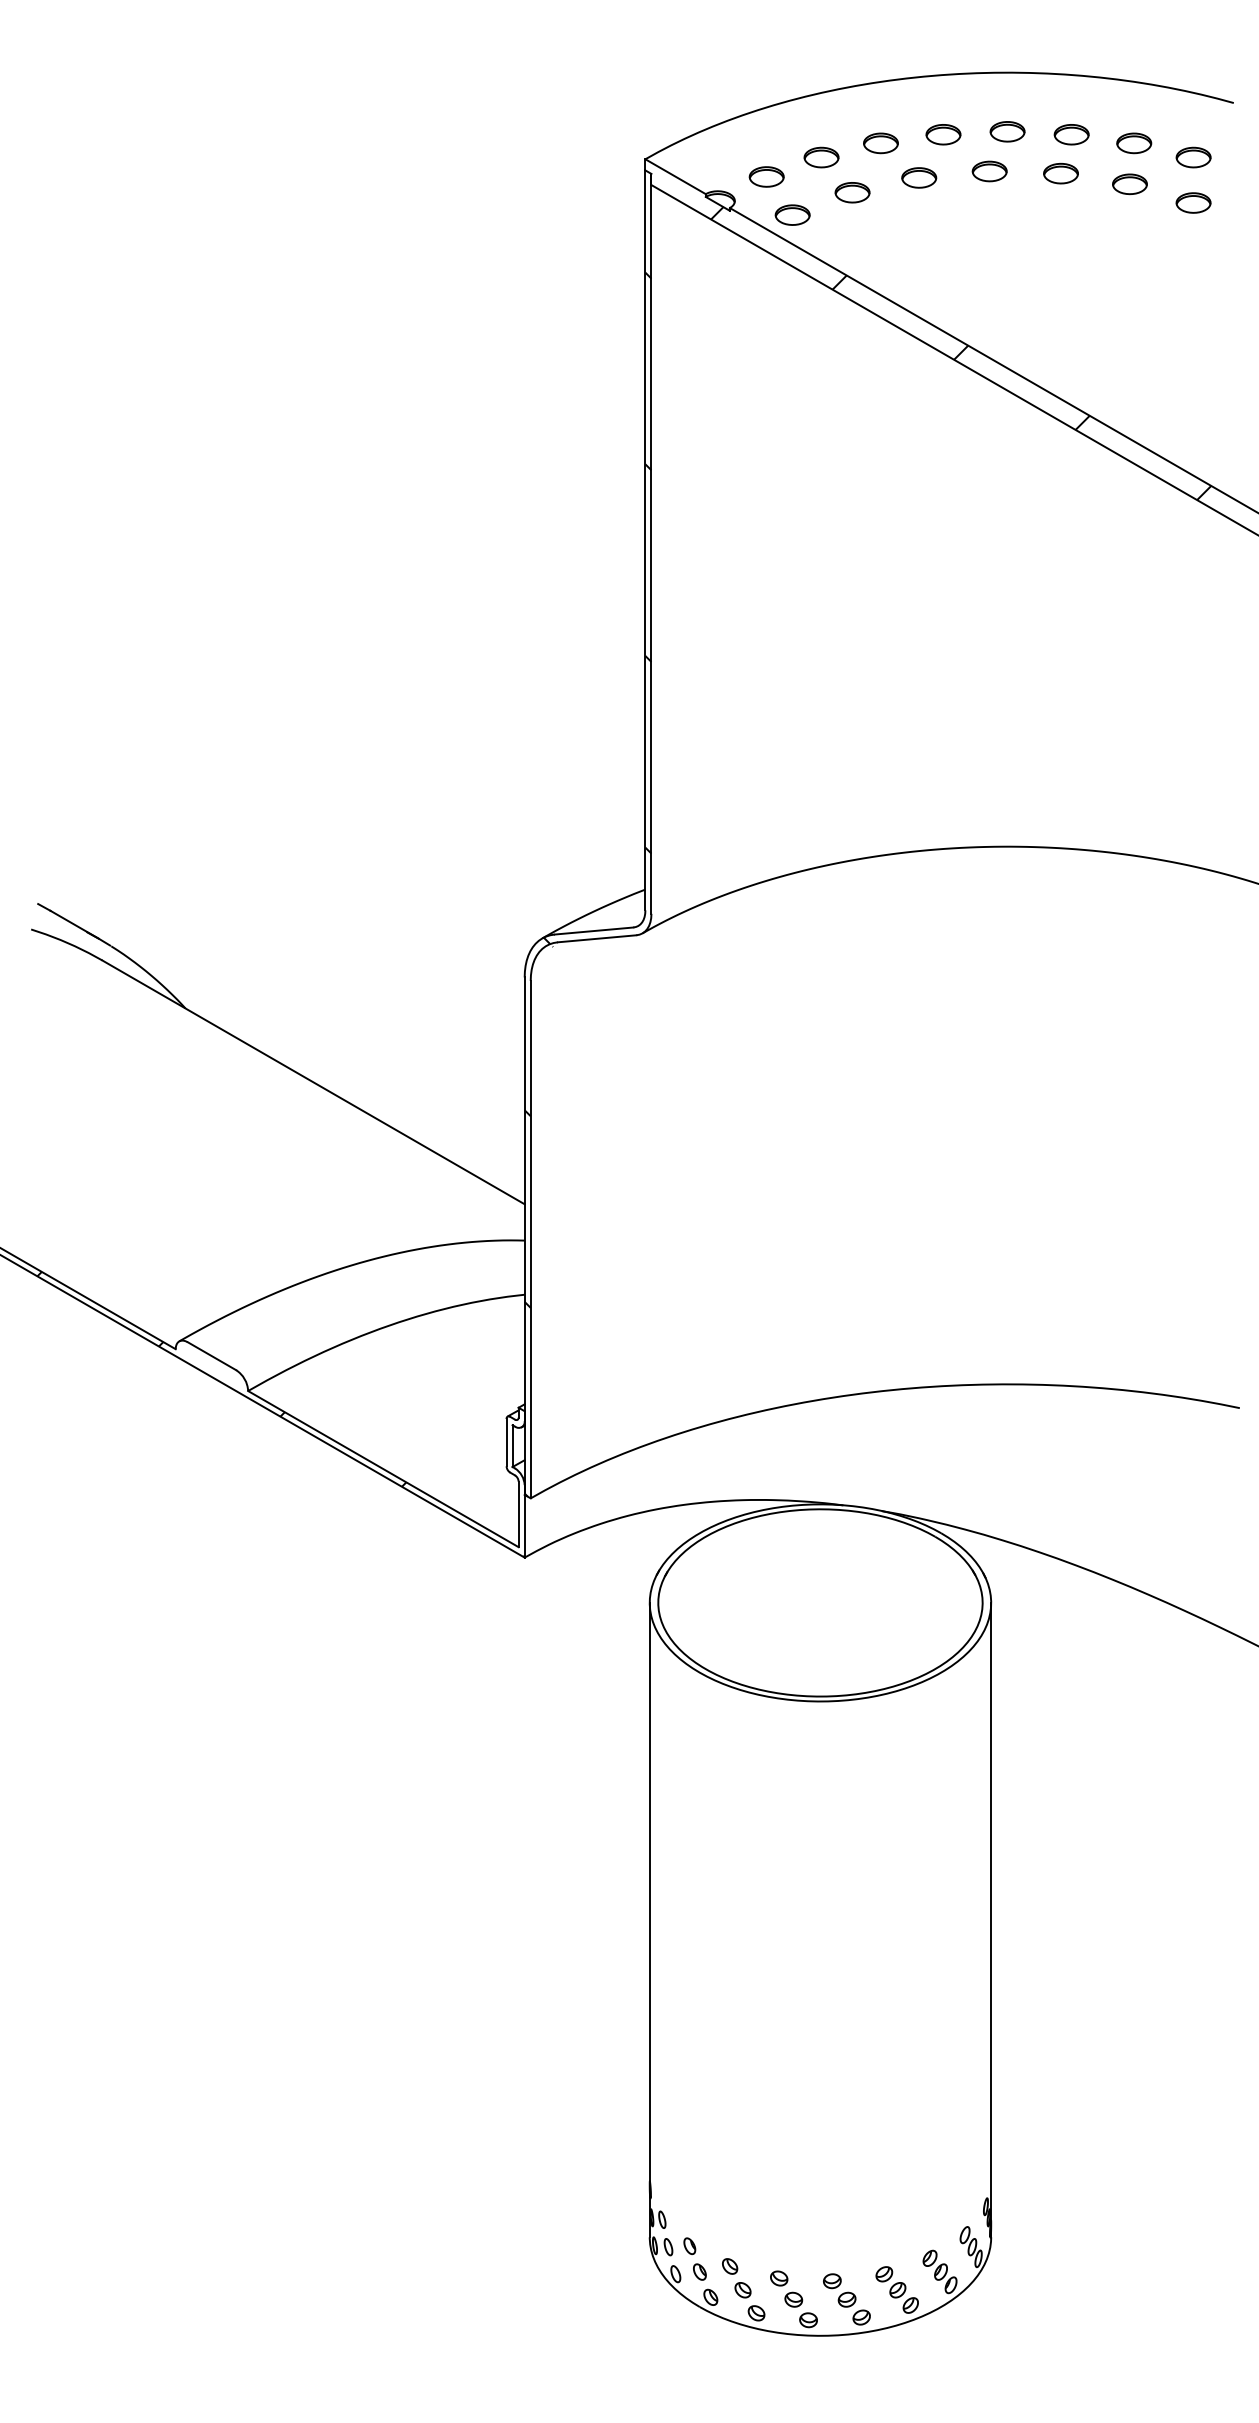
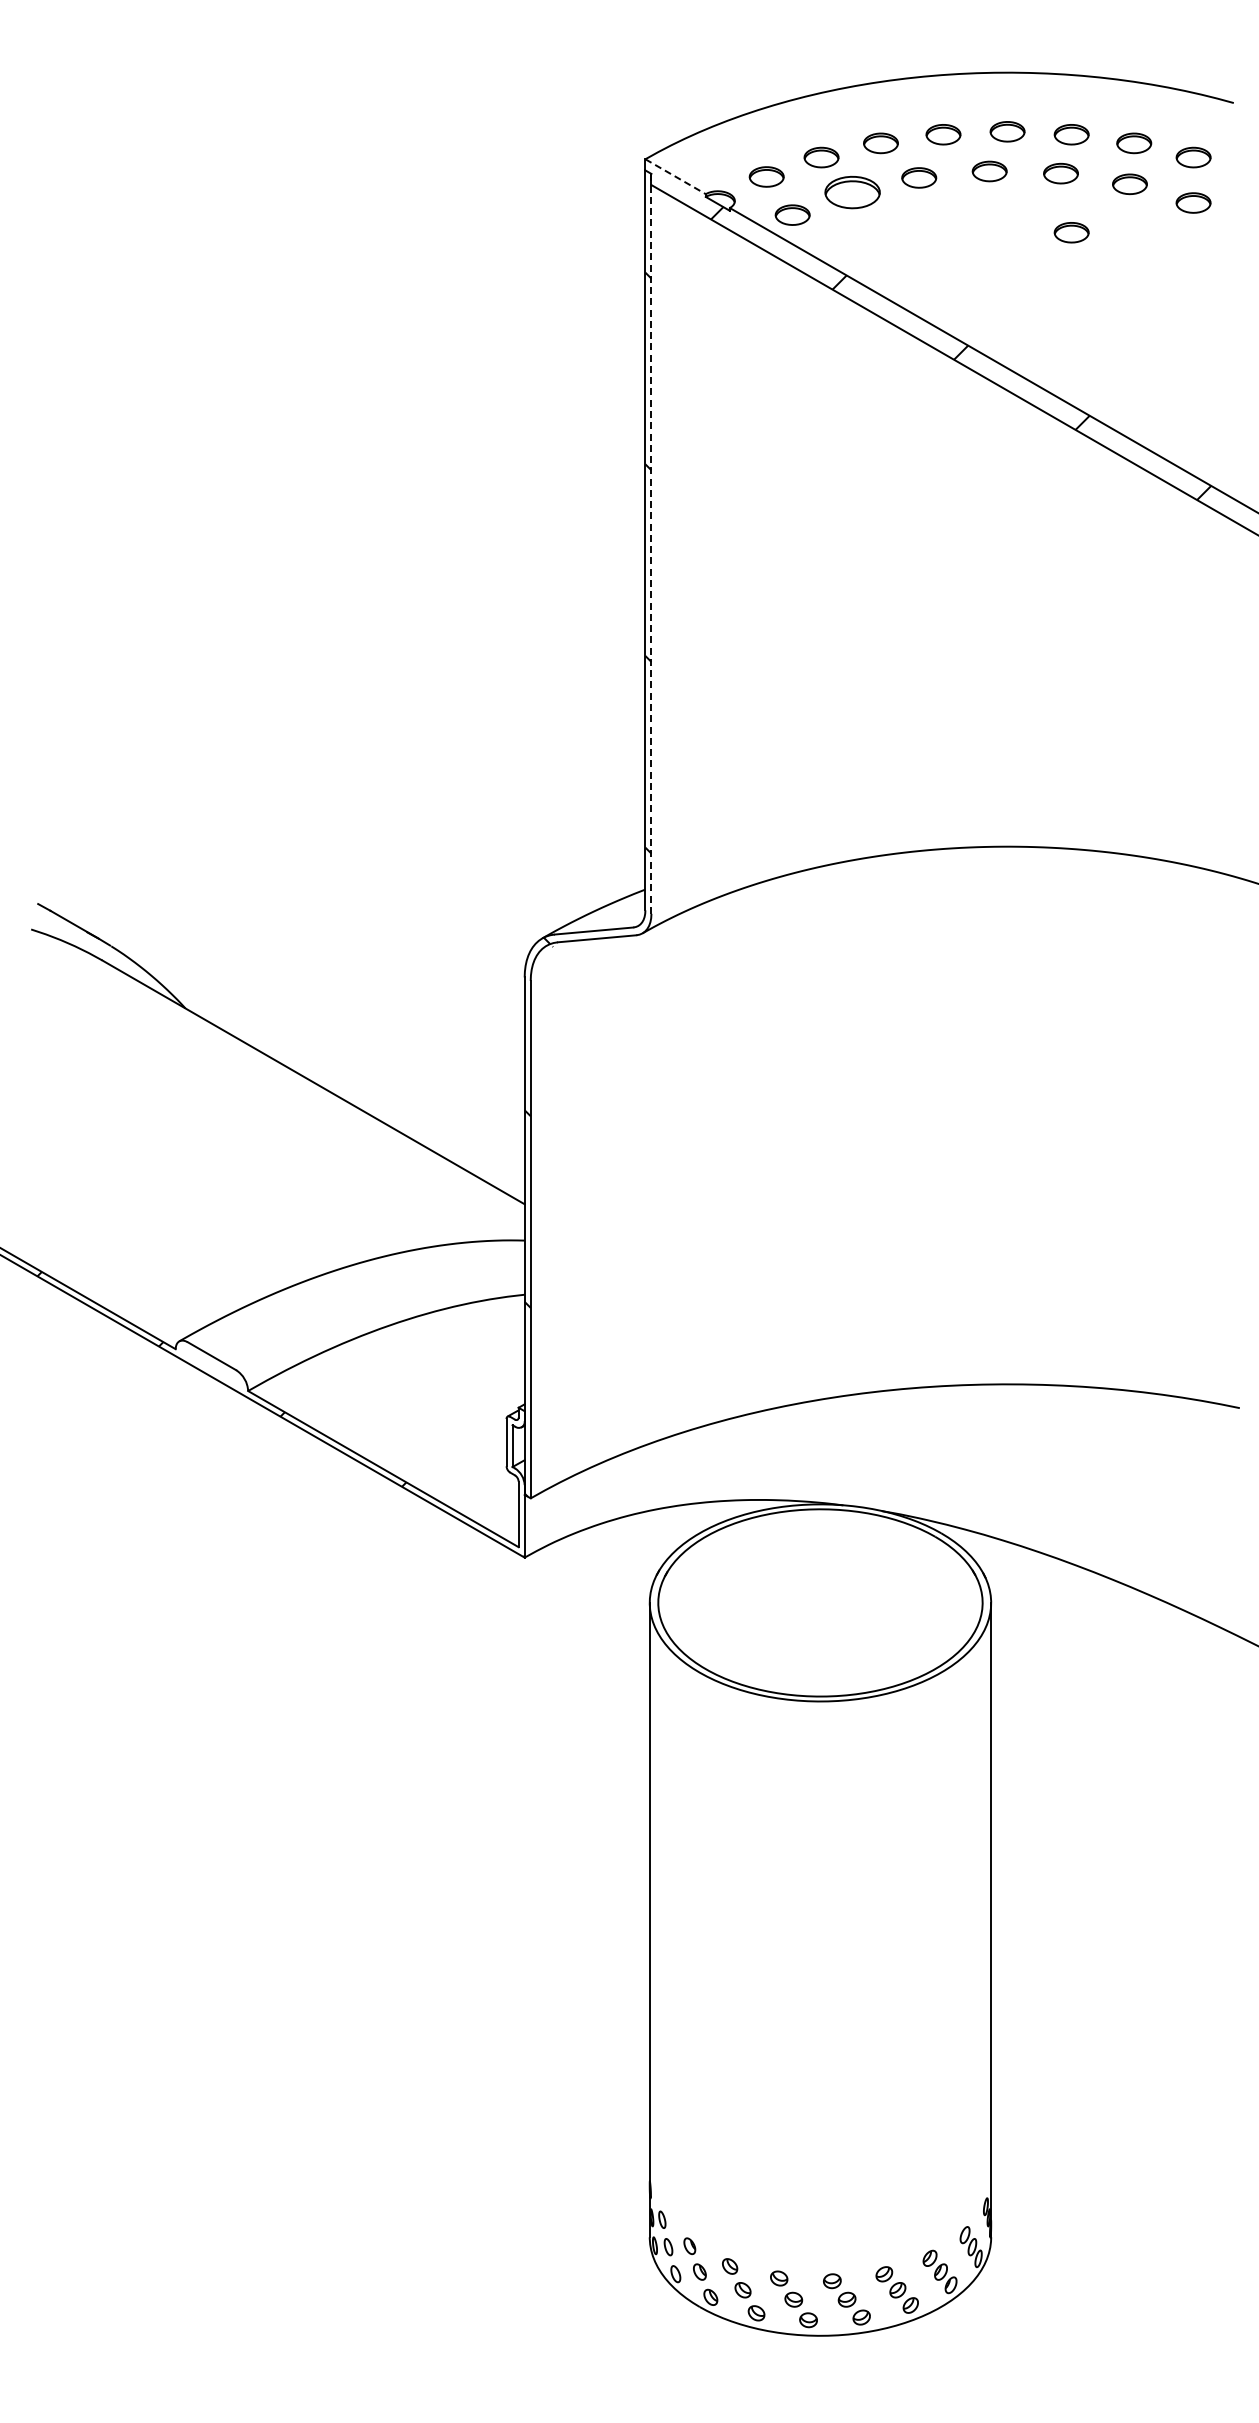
line at (675, 176): solid -> dashed
part at (852, 192) size: 37x22 px -> 57x35 px
part at (1071, 232): none -> present
line at (651, 543): solid -> dashed
